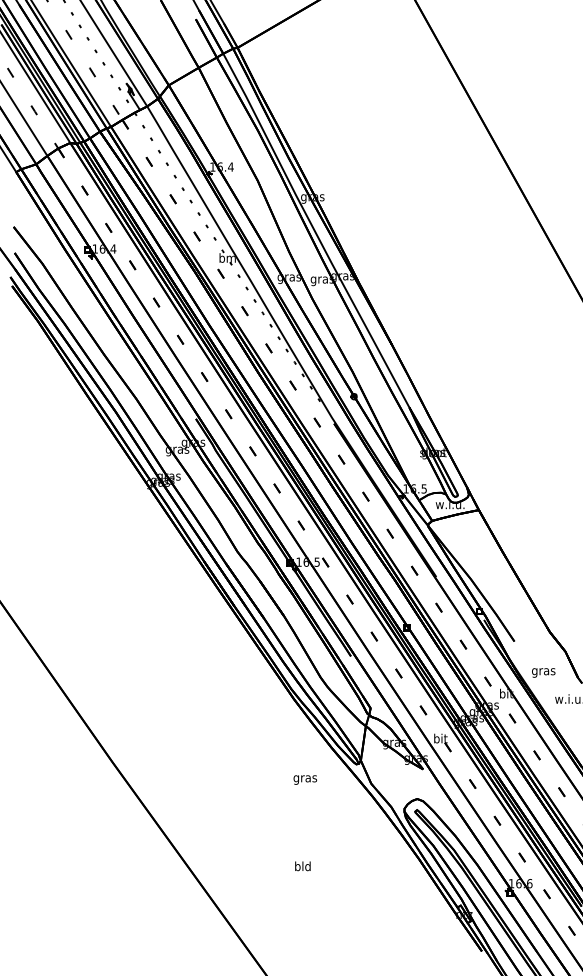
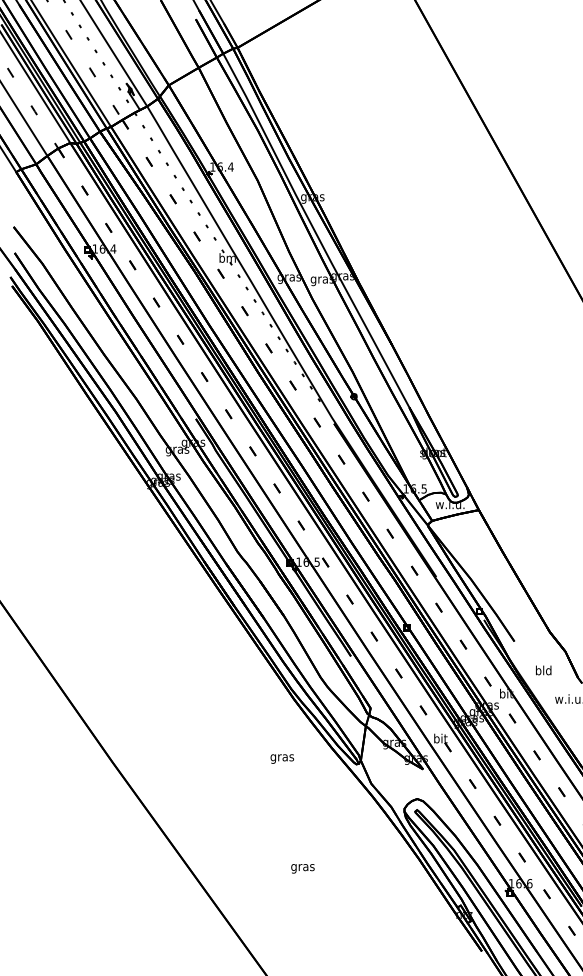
text at (543, 671): gras -> bld
text at (305, 779) position: (305, 779) -> (282, 758)
text at (302, 867): bld -> gras
